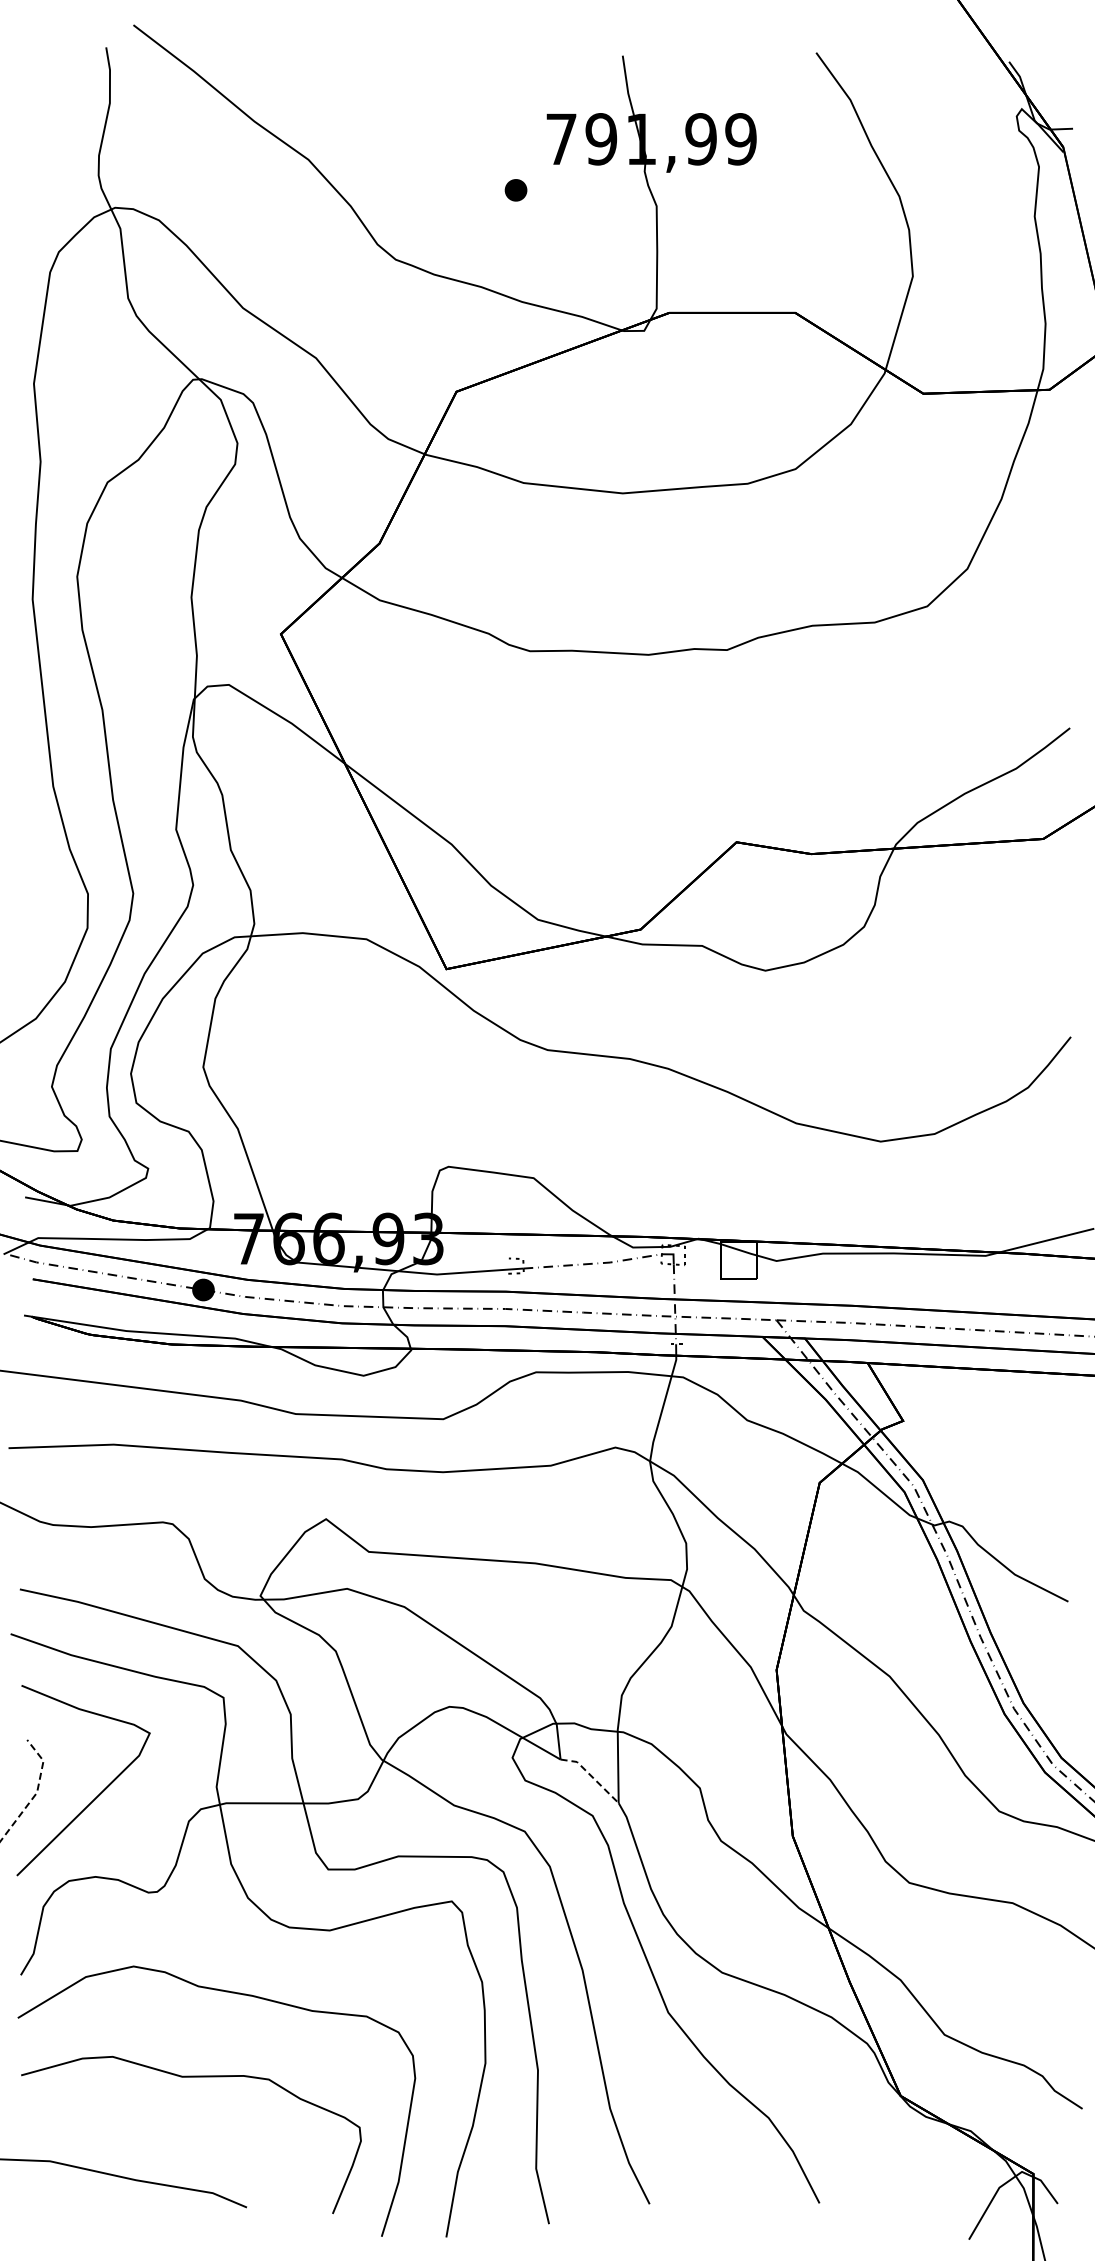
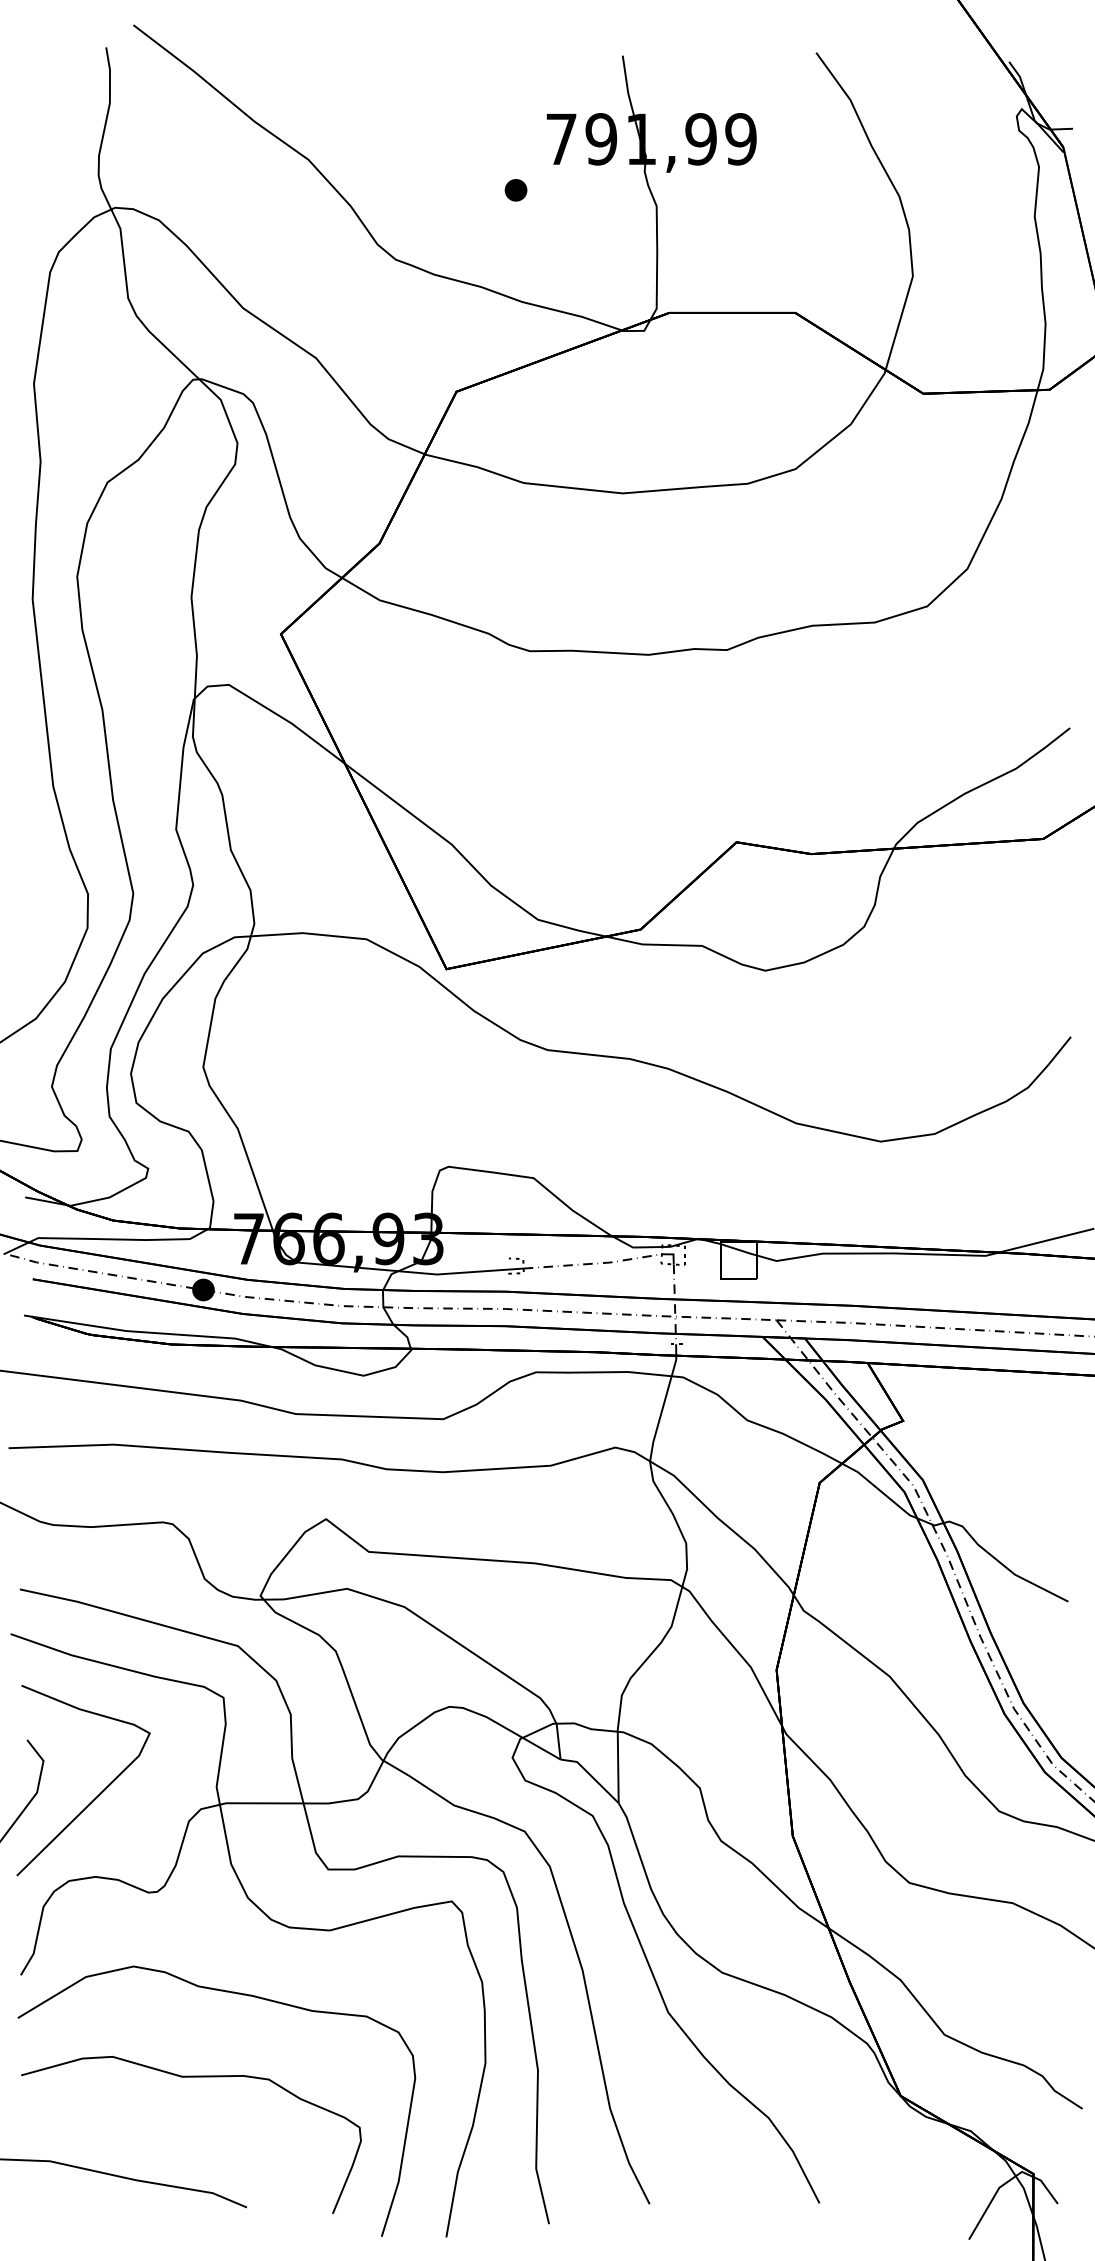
line at (591, 1776): dashed -> solid
line at (37, 1792): dashed -> solid
